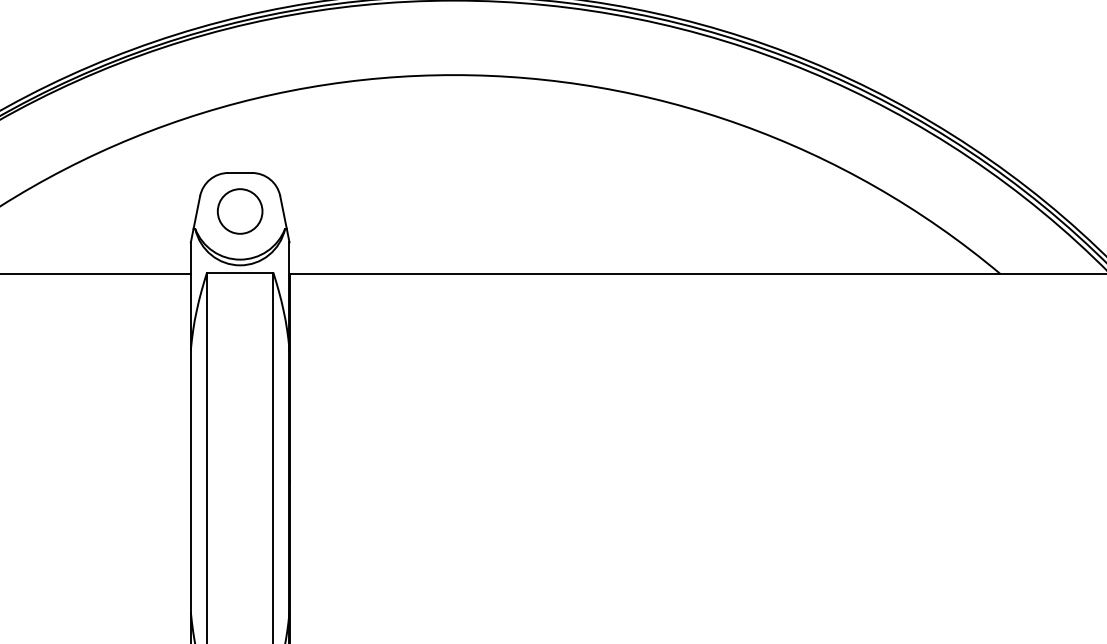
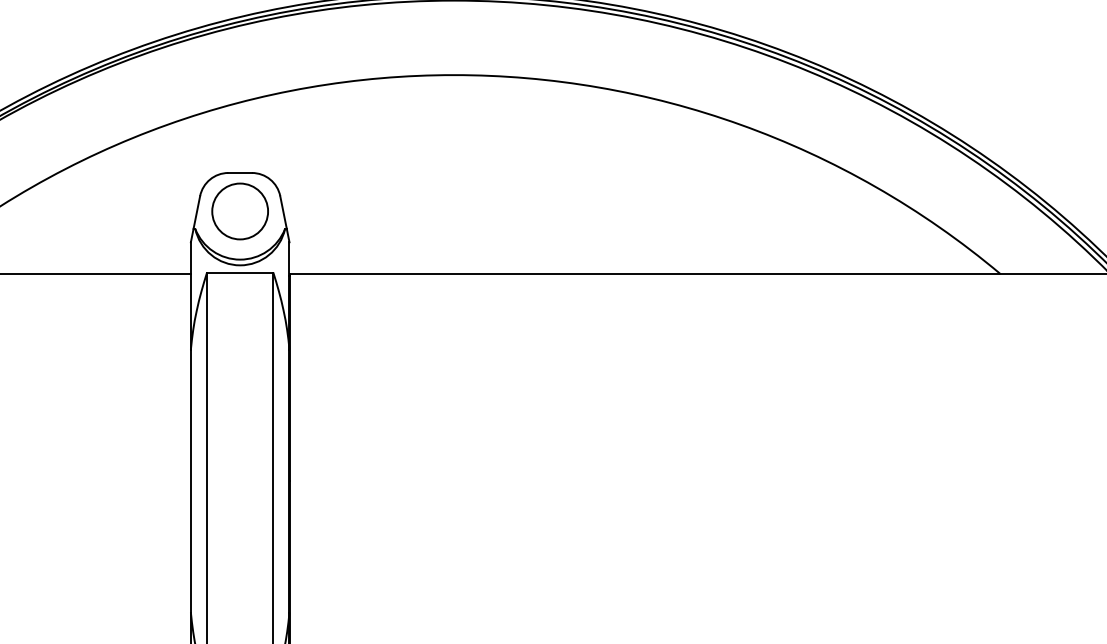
circle at (239, 211) size: 48x47 px -> 58x59 px
